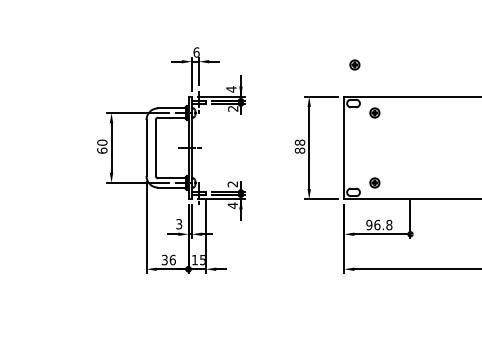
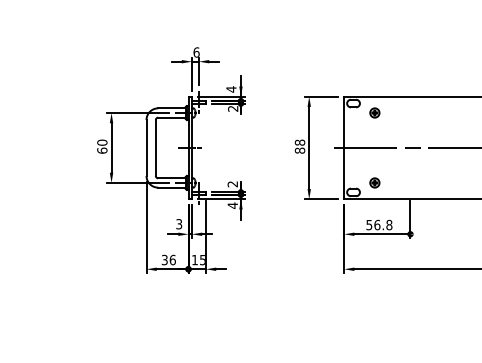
part at (354, 64): present -> none
line at (406, 148): none -> present
text at (369, 224): 96.8 -> 56.8
